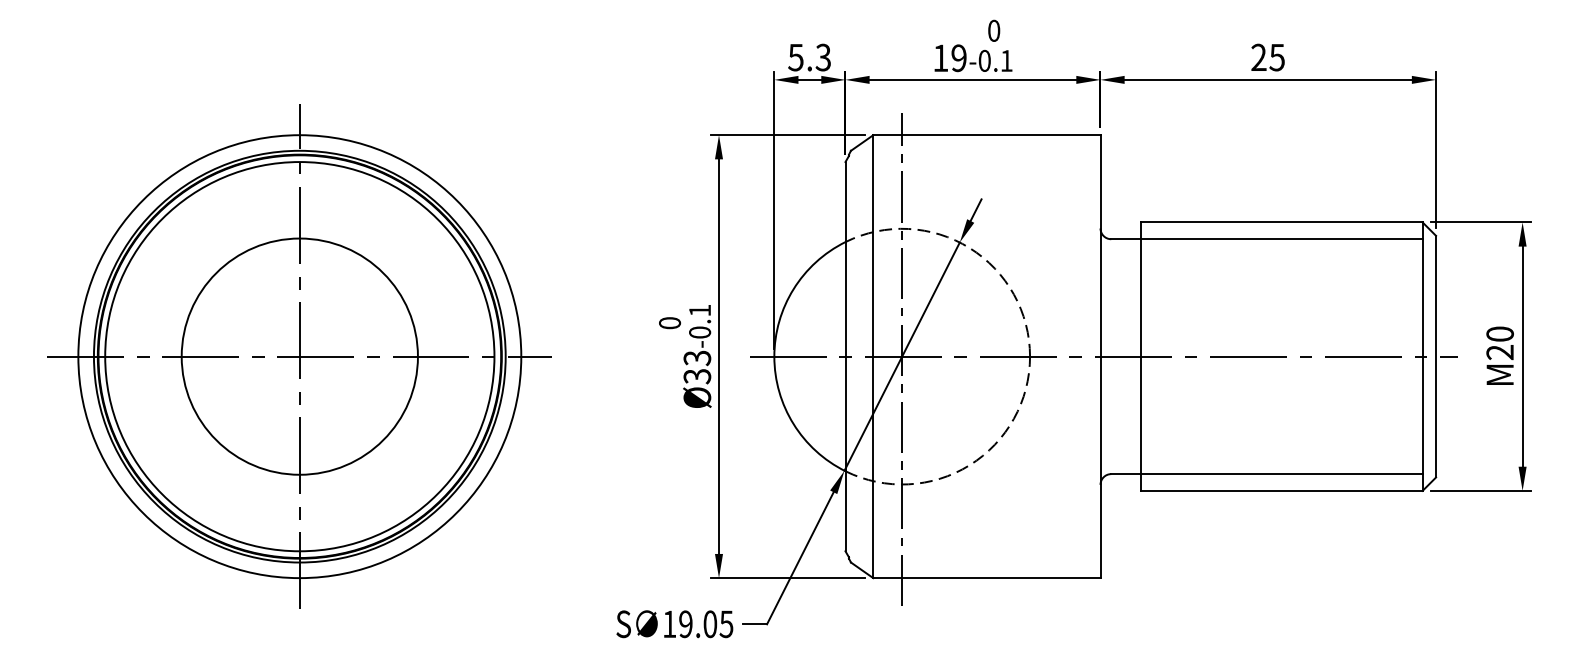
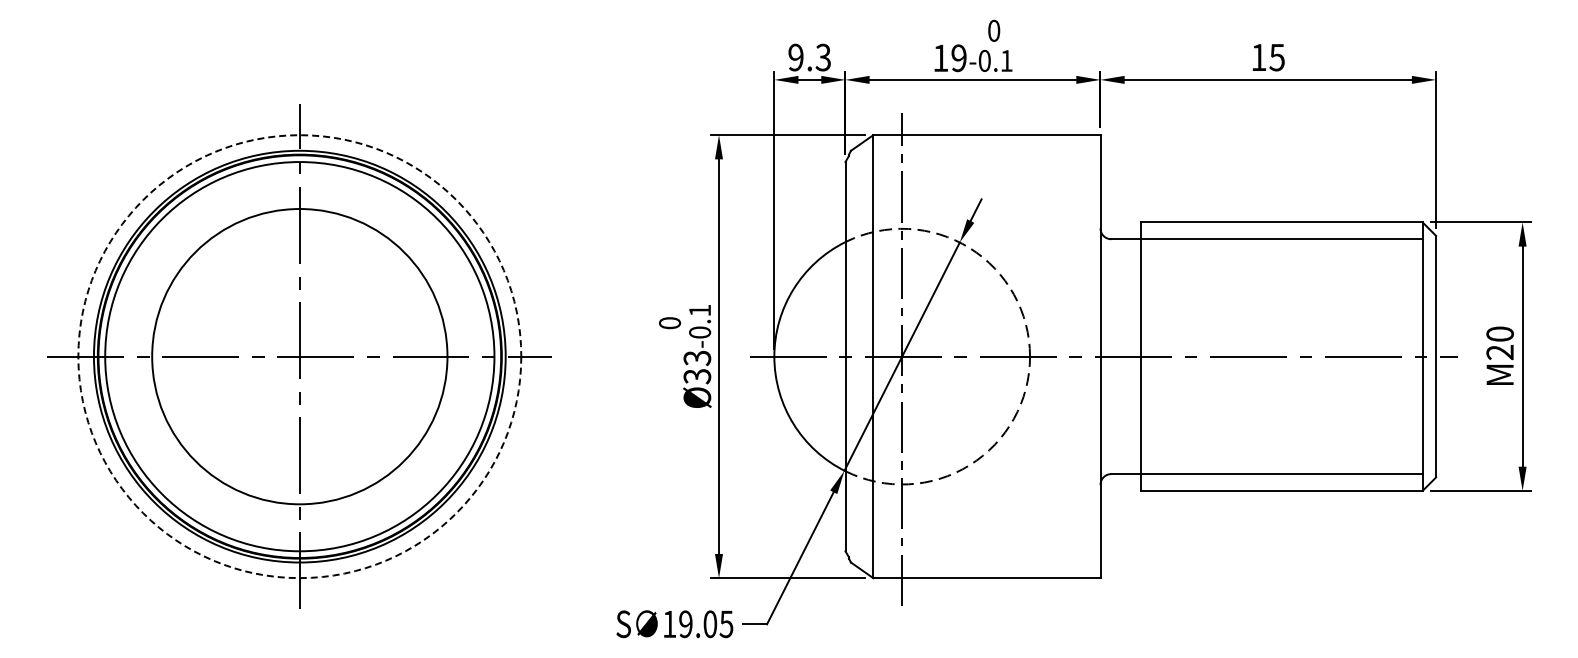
text at (1258, 56): 25 -> 15
text at (795, 57): 5.3 -> 9.3
circle at (299, 356) diameter: 236 px -> 295 px
circle at (299, 356): solid -> dashed
